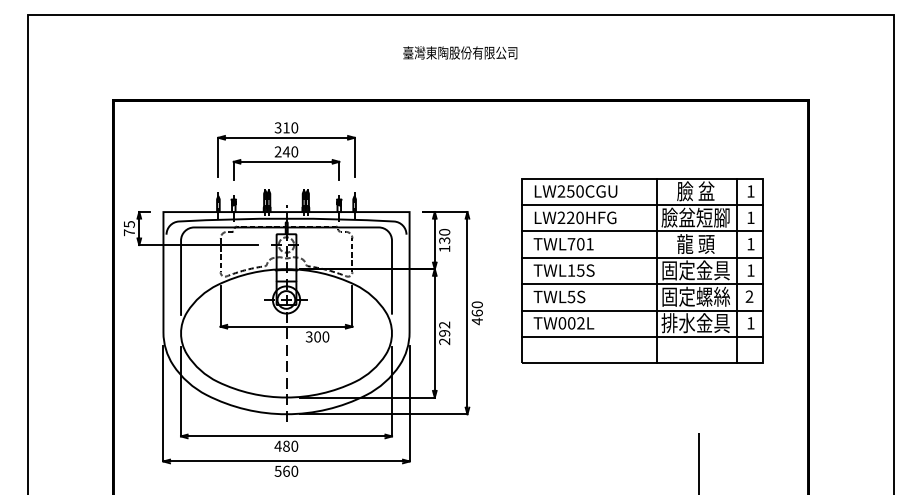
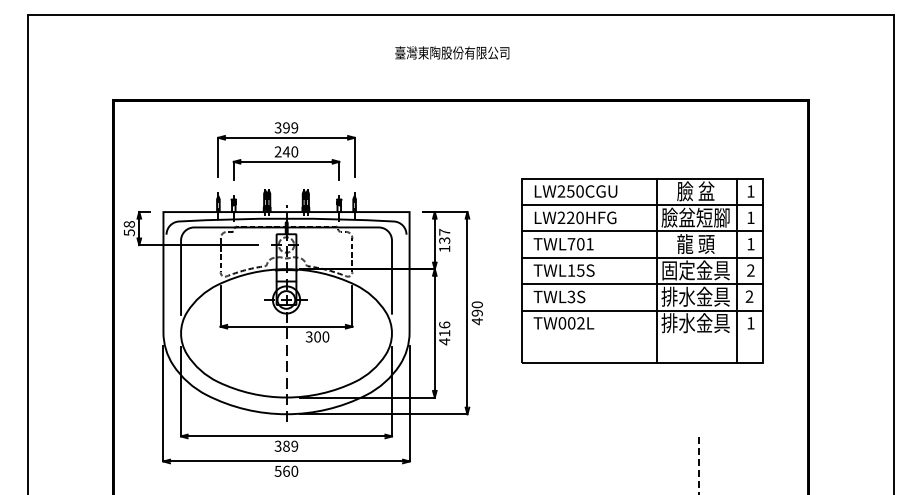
text at (460, 52) position: (460, 52) -> (452, 52)
text at (290, 127): 310 -> 399
text at (128, 228): 75 -> 58
text at (444, 231): 130 -> 137
text at (750, 270): 1 -> 2
text at (571, 296): TWL5S -> TWL3S
text at (695, 296): 固定螺絲 -> 排水金具
text at (476, 312): 460 -> 490
text at (444, 333): 292 -> 416
line at (642, 336): present -> none
text at (286, 445): 480 -> 389
line at (699, 463): solid -> dashed
